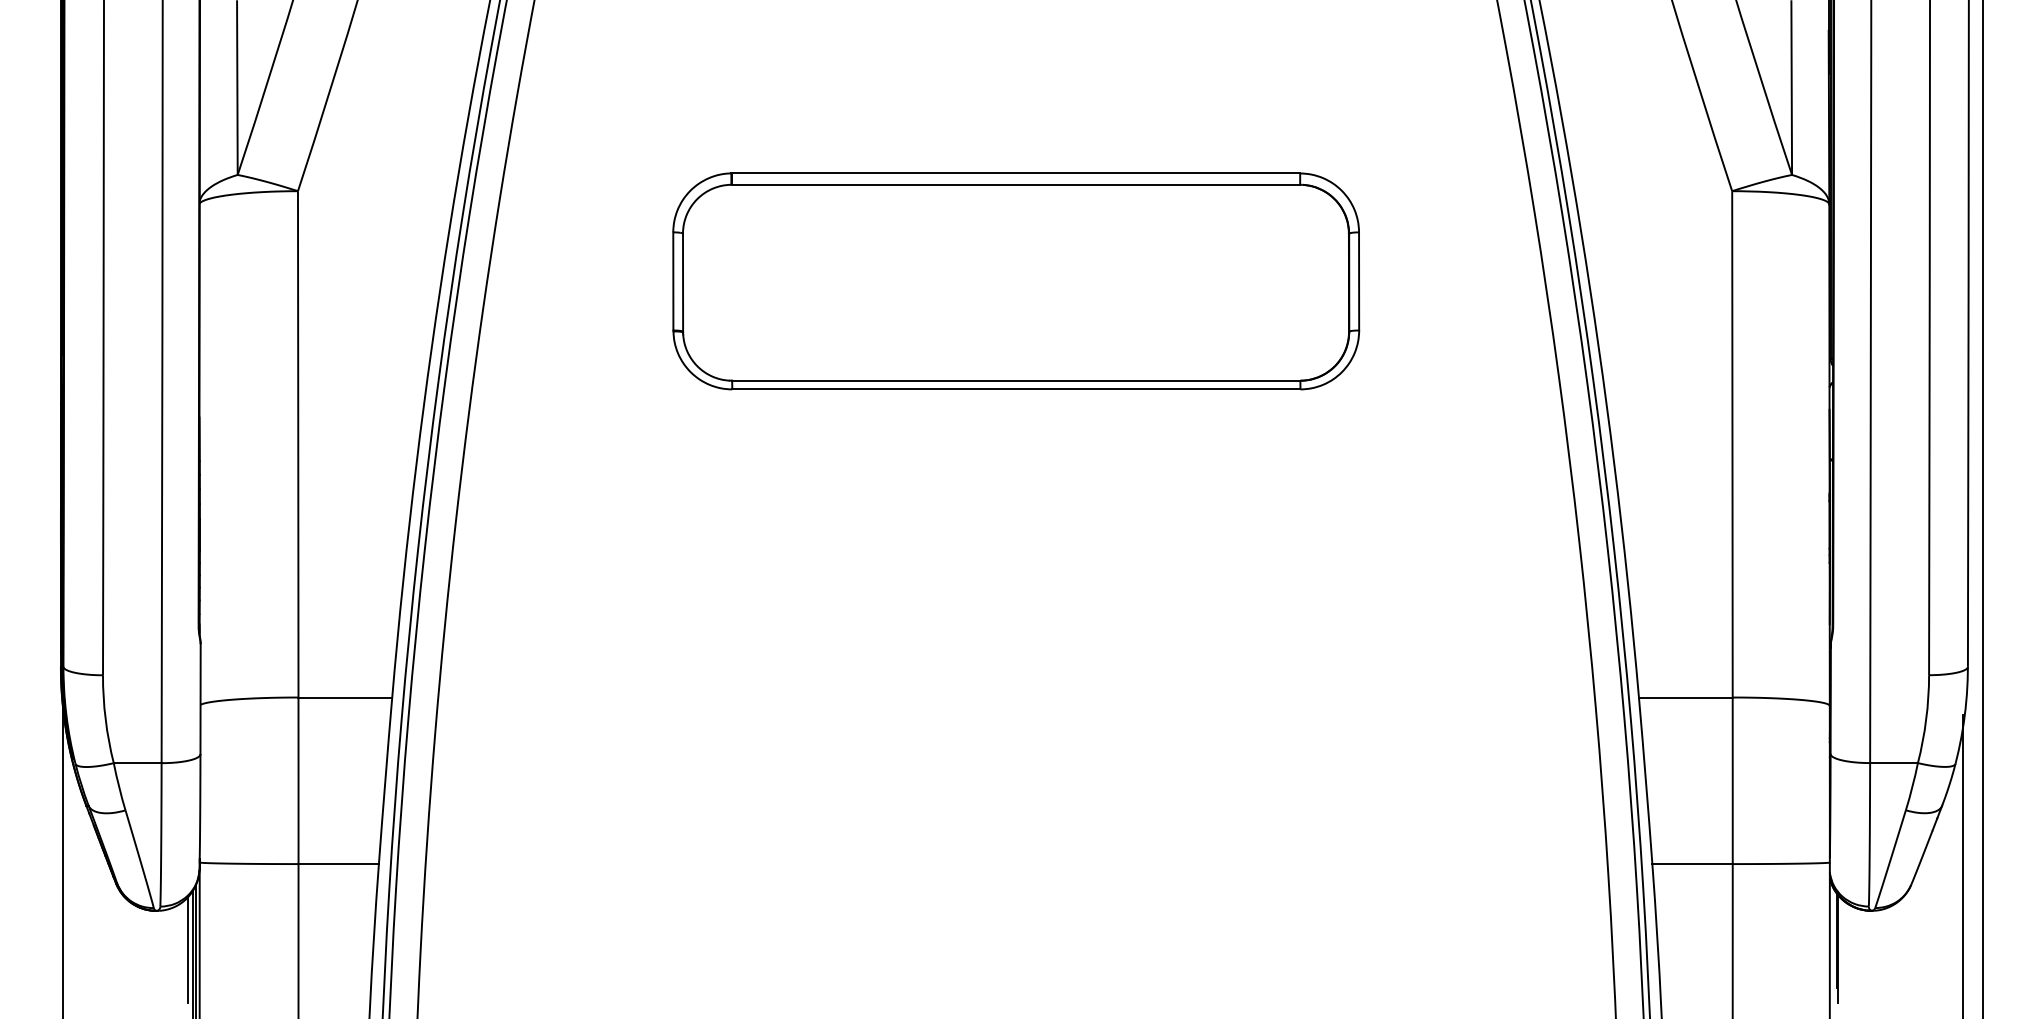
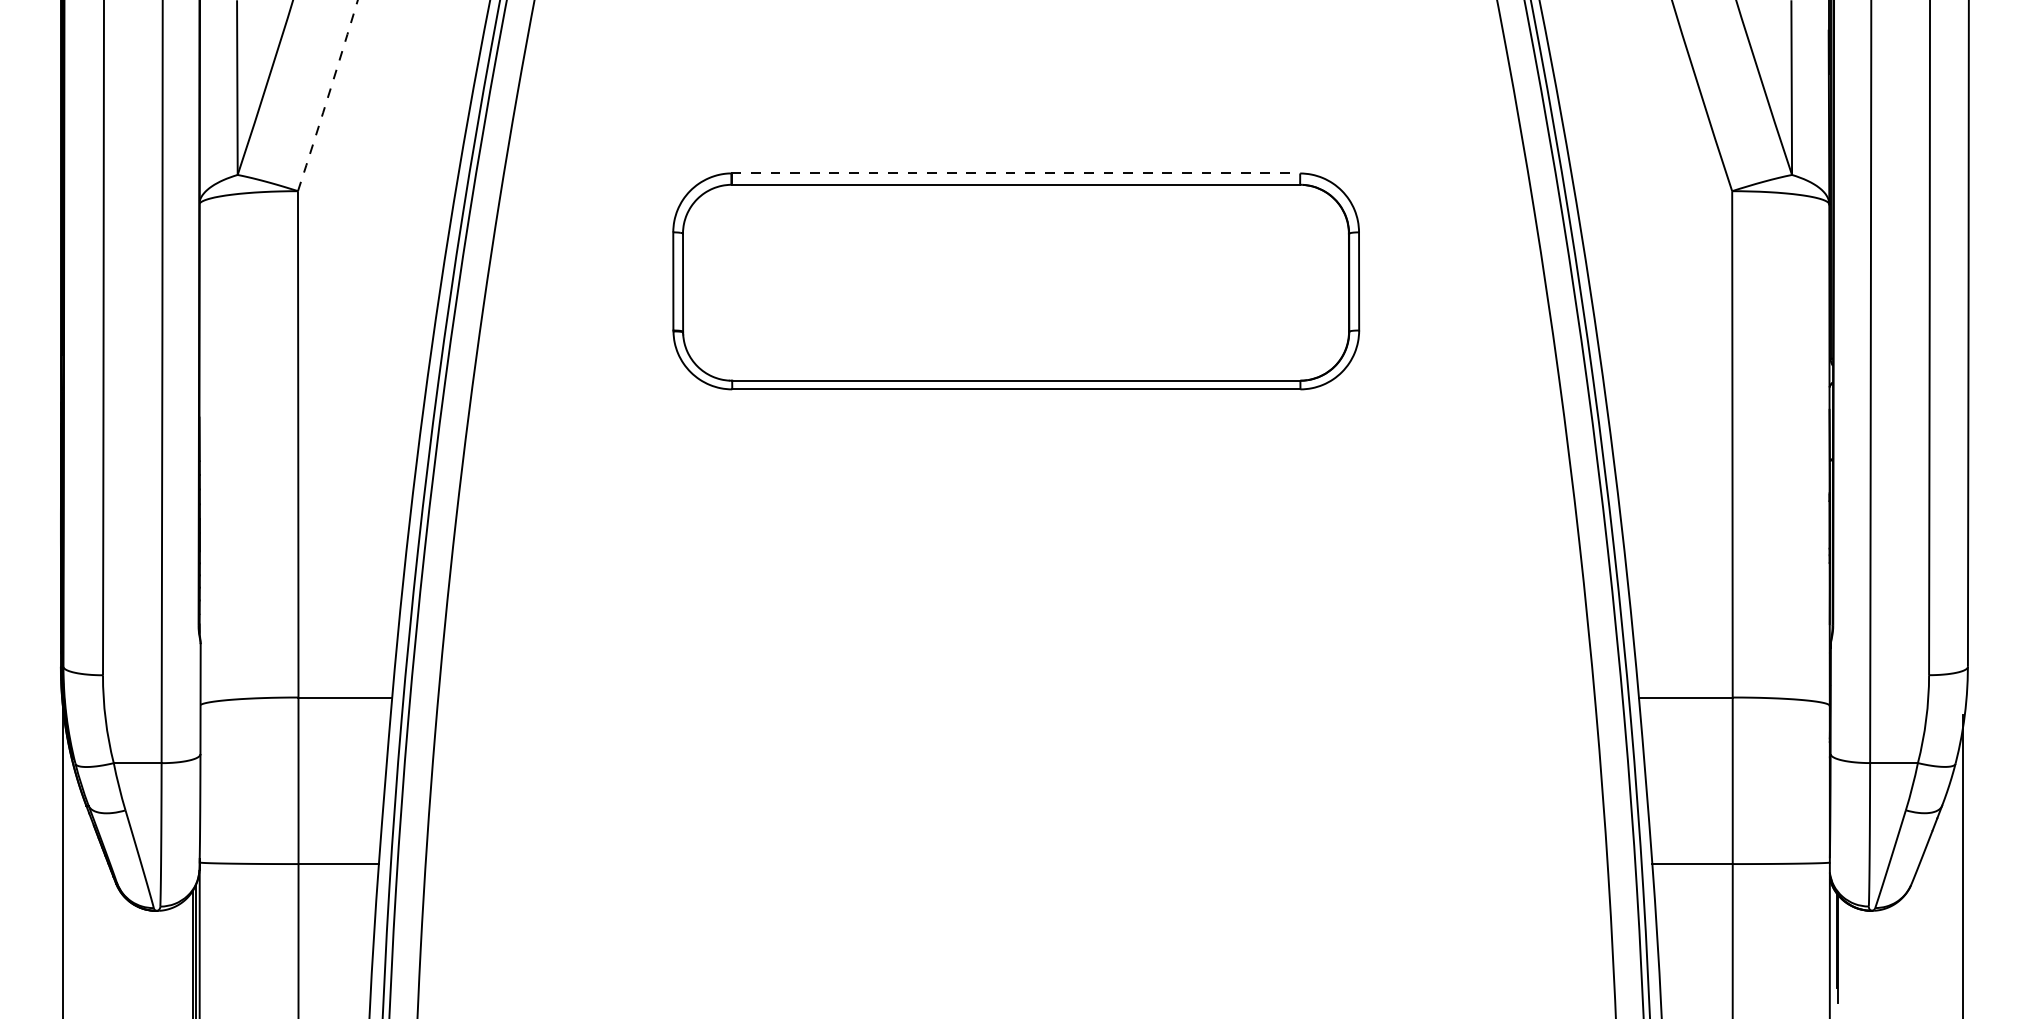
arc at (328, 95): solid -> dashed
line at (1016, 173): solid -> dashed
line at (1982, 508): present -> none
line at (188, 949): present -> none
